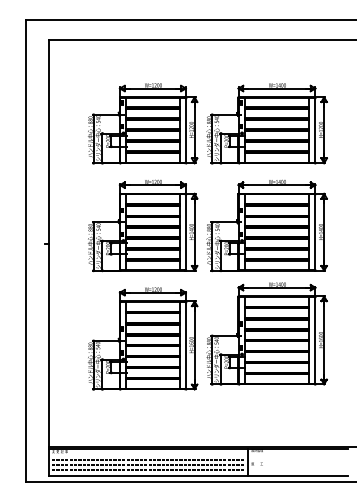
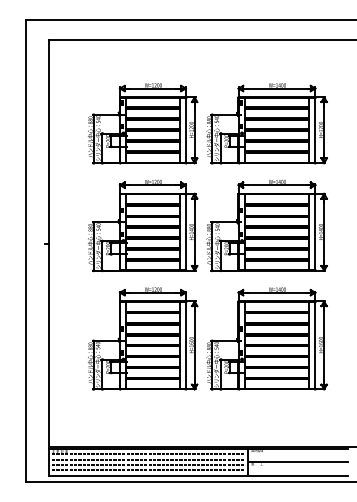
part at (266, 333) position: (266, 333) -> (266, 338)
line at (147, 454): none -> present
line at (298, 462): none -> present
